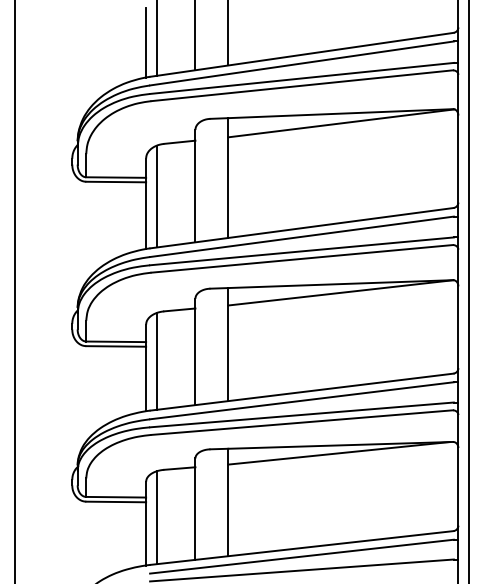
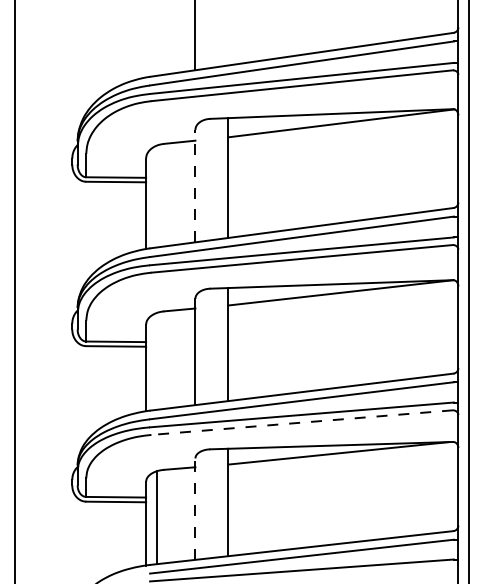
line at (228, 33): present -> none
line at (157, 38): present -> none
line at (146, 42): present -> none
line at (195, 185): solid -> dashed
line at (157, 196): present -> none
line at (157, 360): present -> none
line at (301, 422): solid -> dashed
line at (195, 509): solid -> dashed
